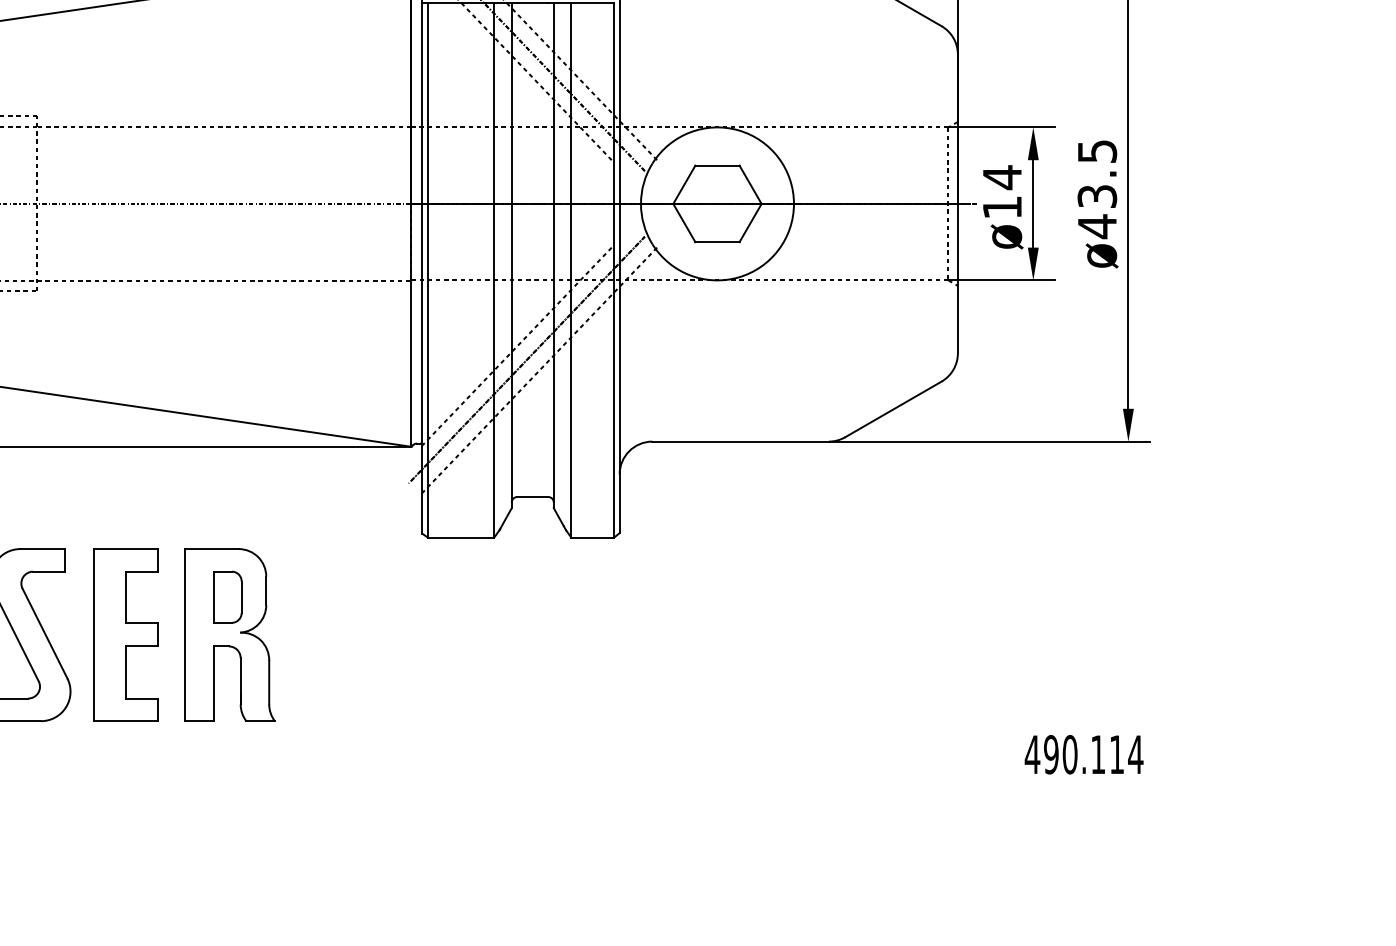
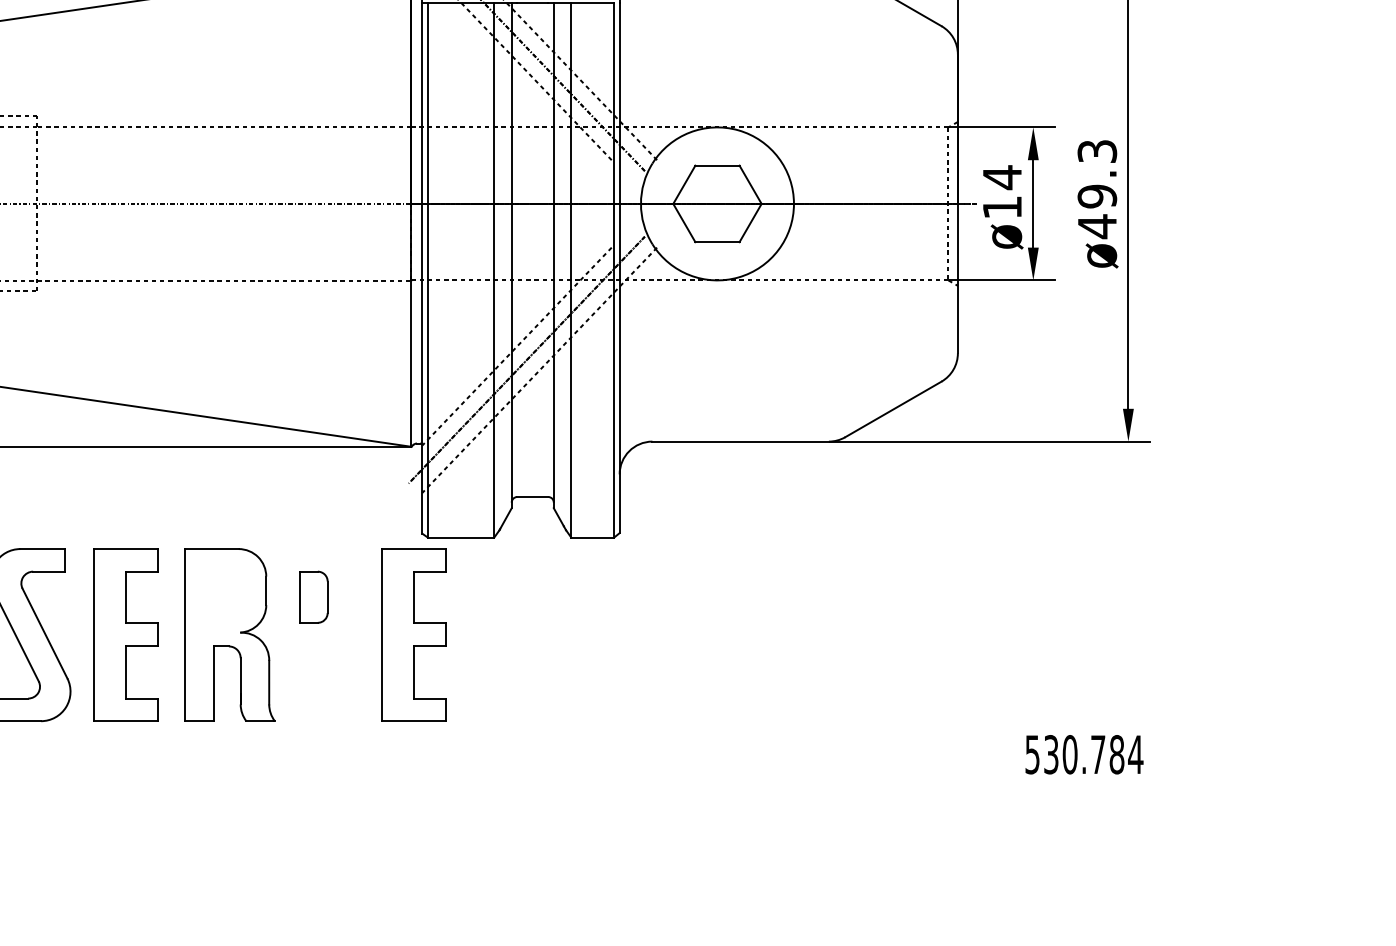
text at (1096, 174): ø43.5 -> ø49.3
part at (227, 596) position: (227, 596) -> (313, 596)
part at (413, 634): none -> present
text at (1074, 754): 490.114 -> 530.784
